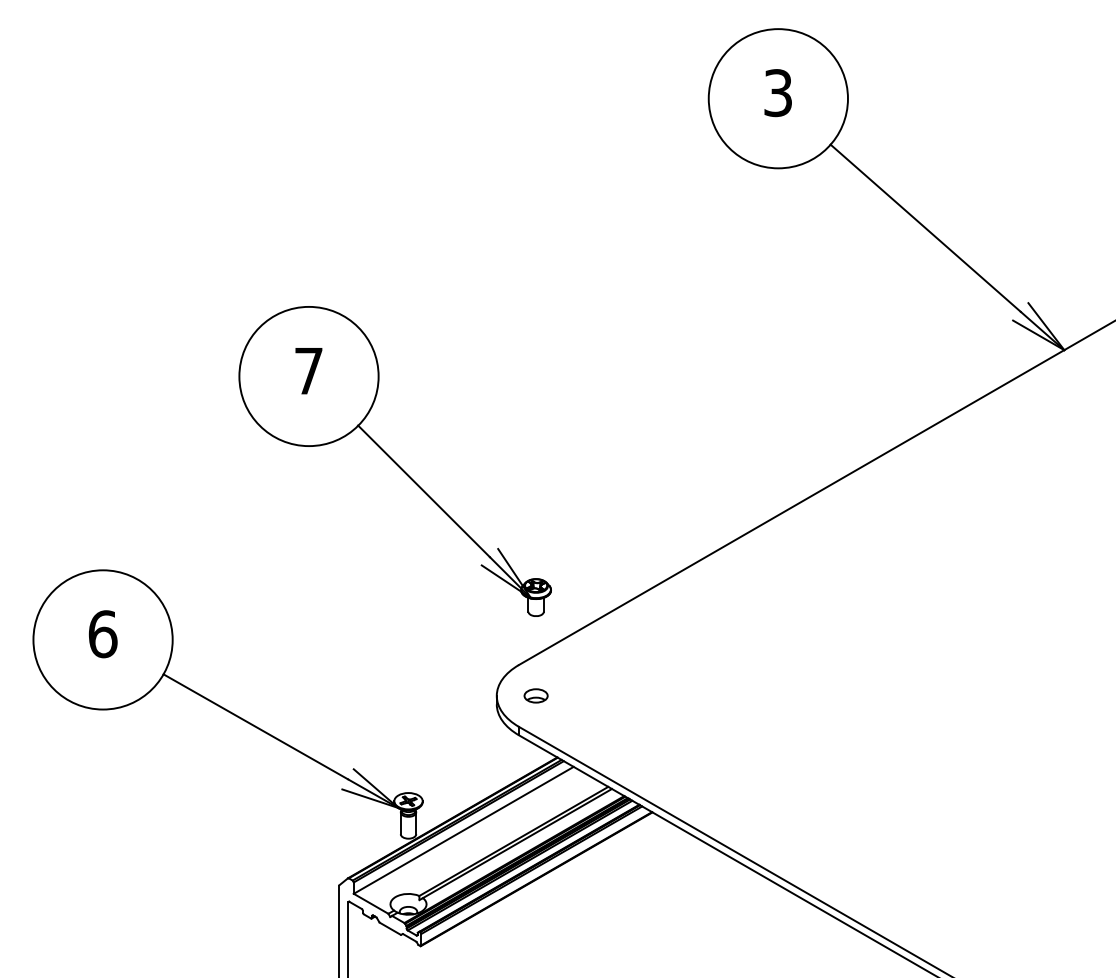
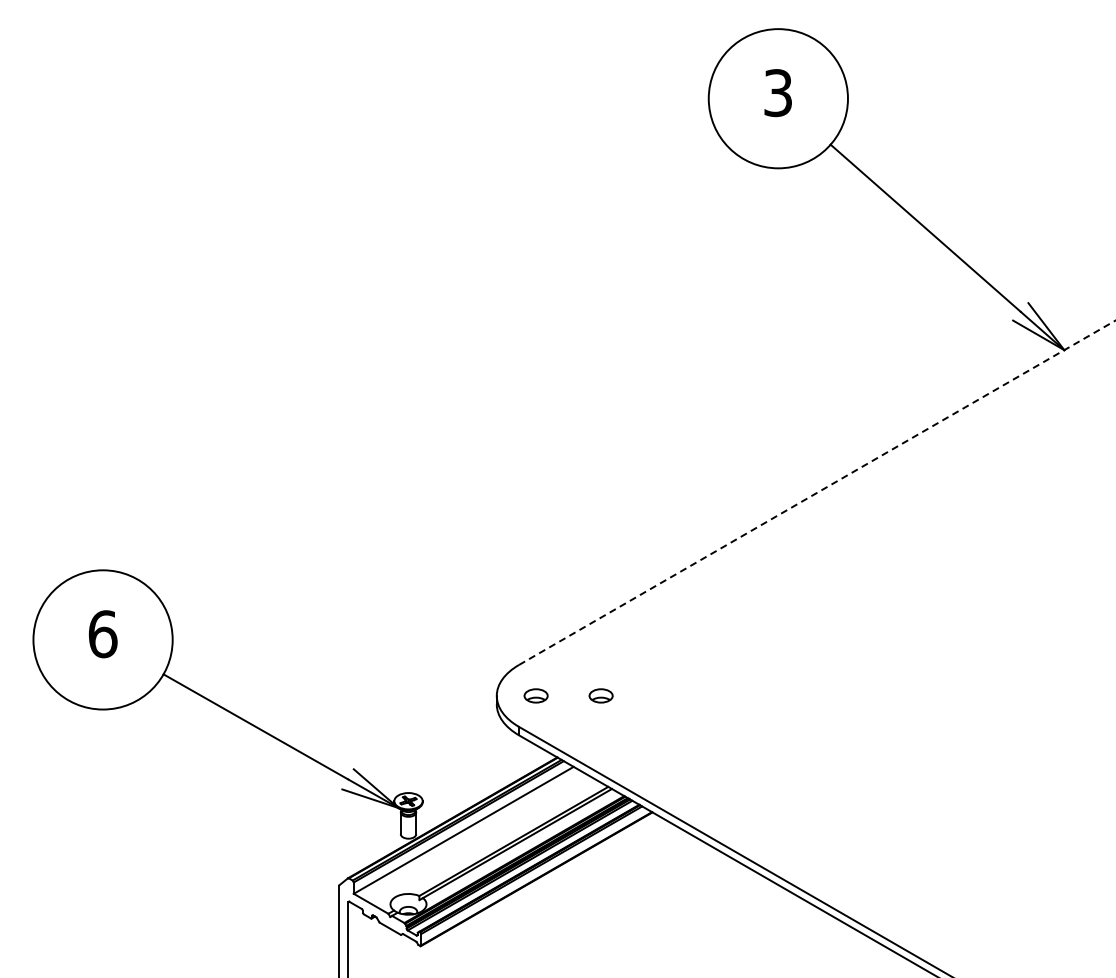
part at (394, 461): present -> none
line at (817, 492): solid -> dashed
part at (600, 695): none -> present
